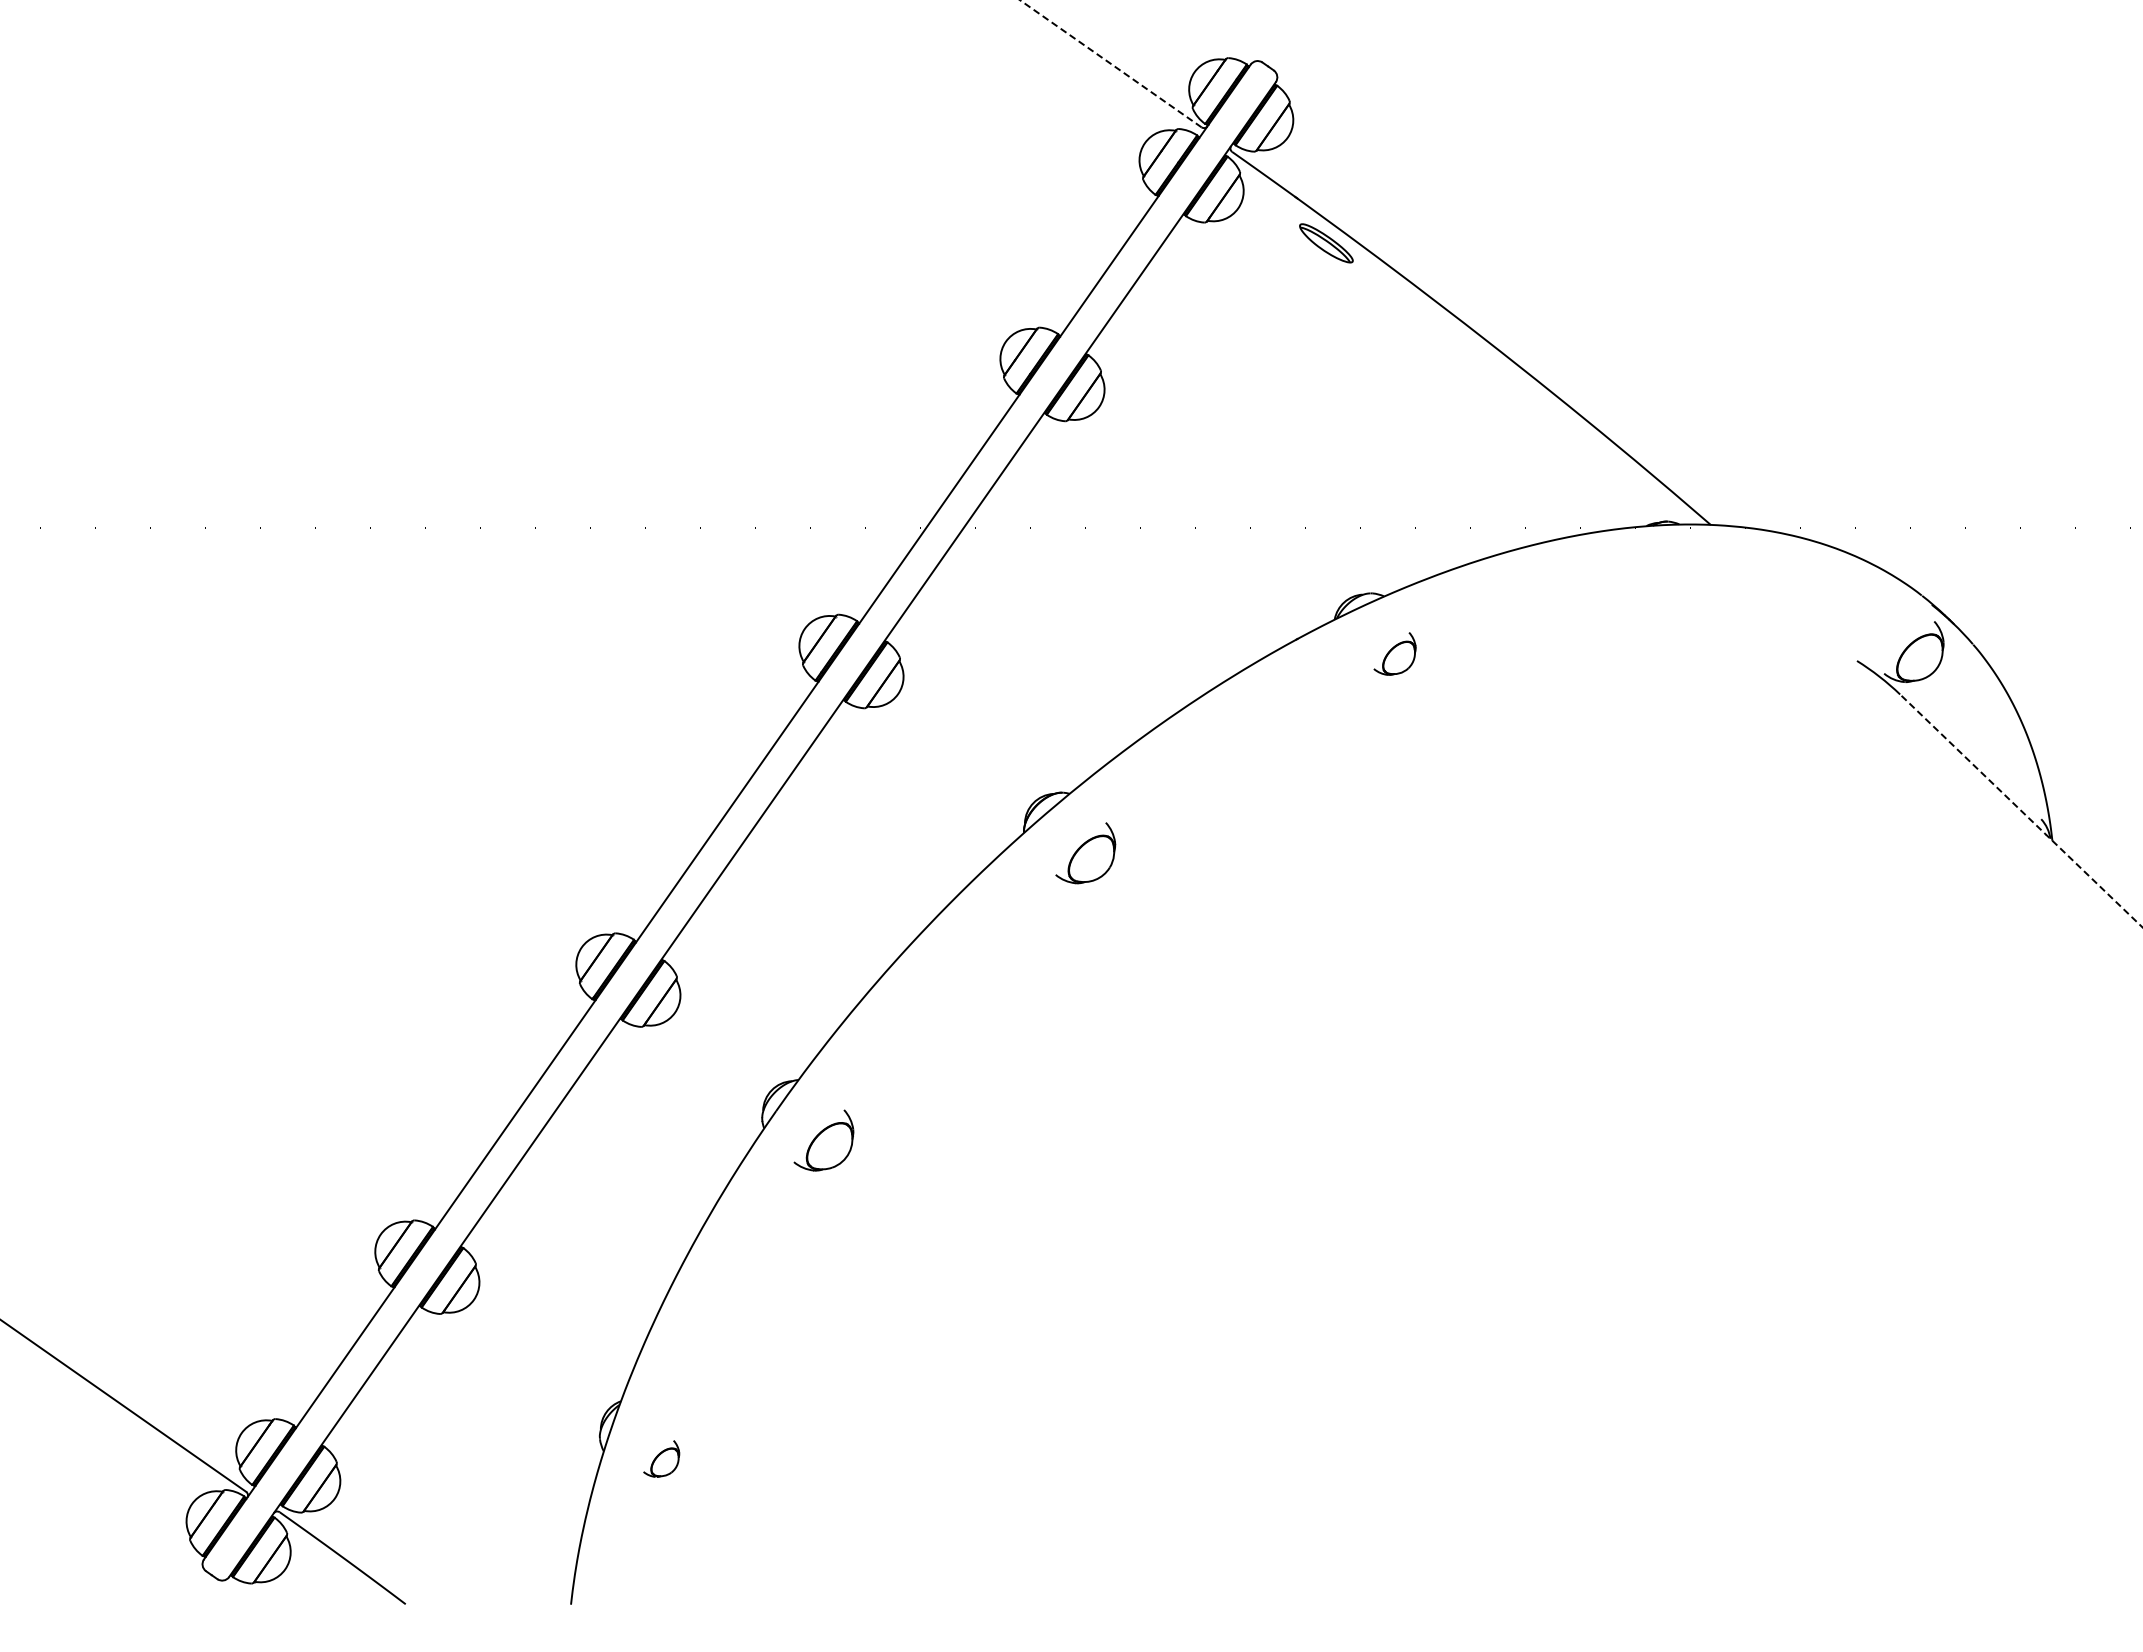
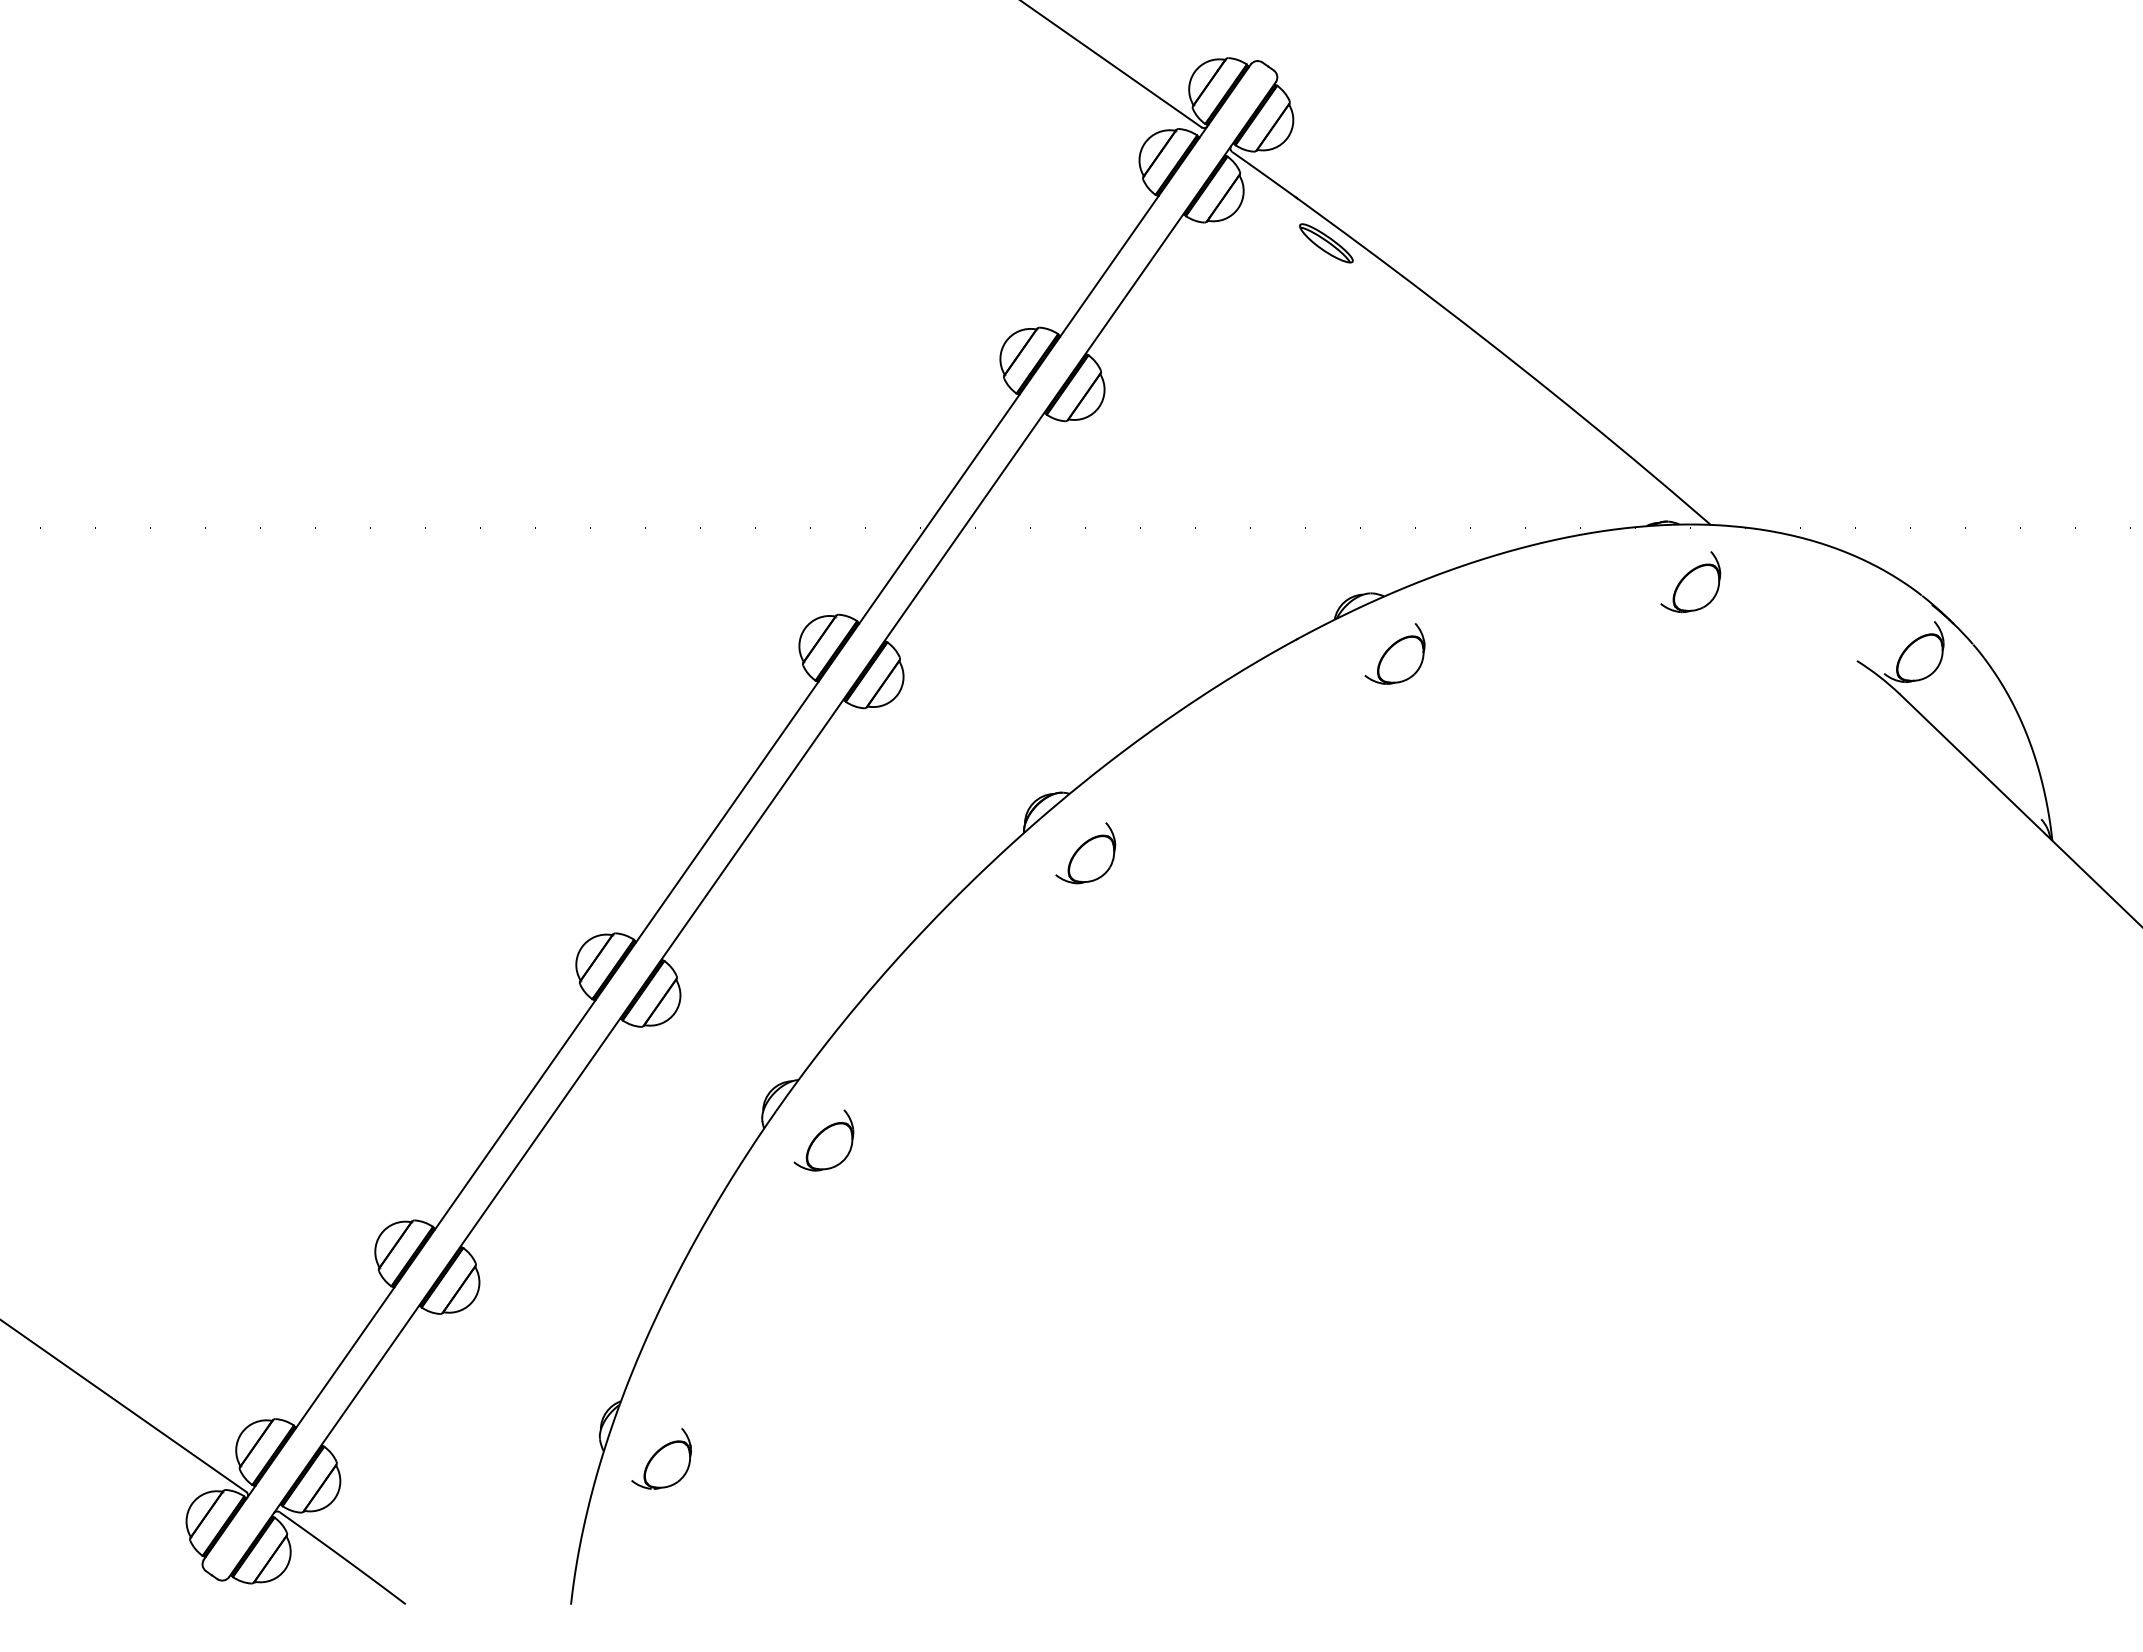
line at (1110, 63): dashed -> solid
part at (1690, 582): none -> present
part at (1394, 653) size: 44x44 px -> 62x62 px
line at (2021, 810): dashed -> solid
part at (661, 1458) size: 38x38 px -> 61x62 px
